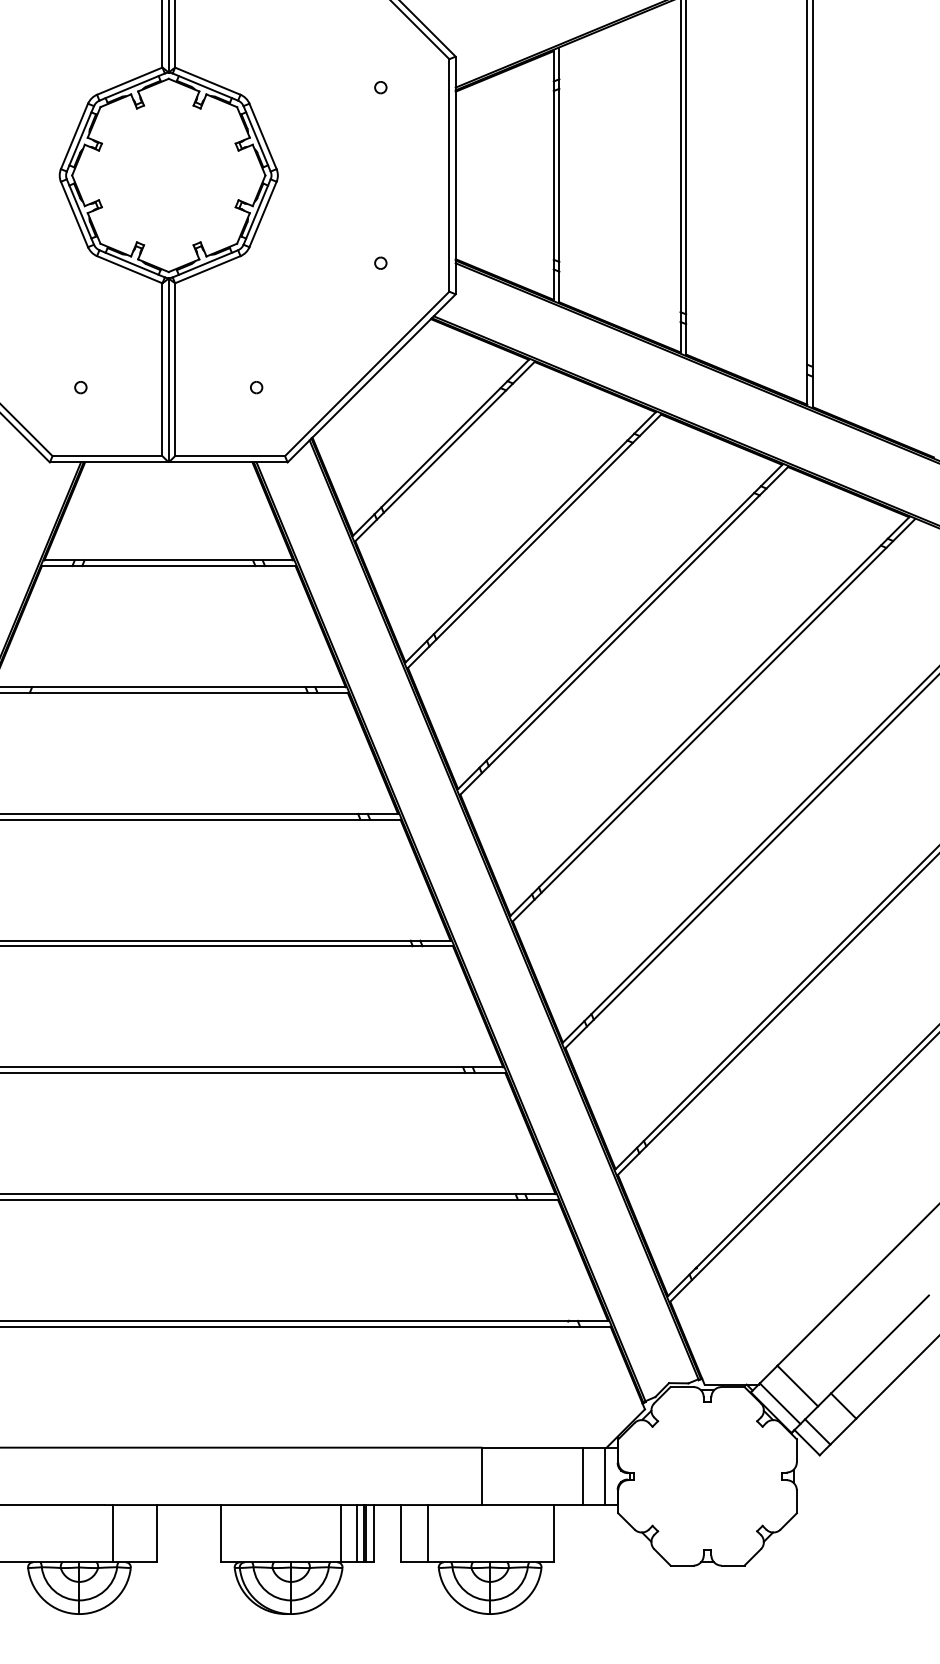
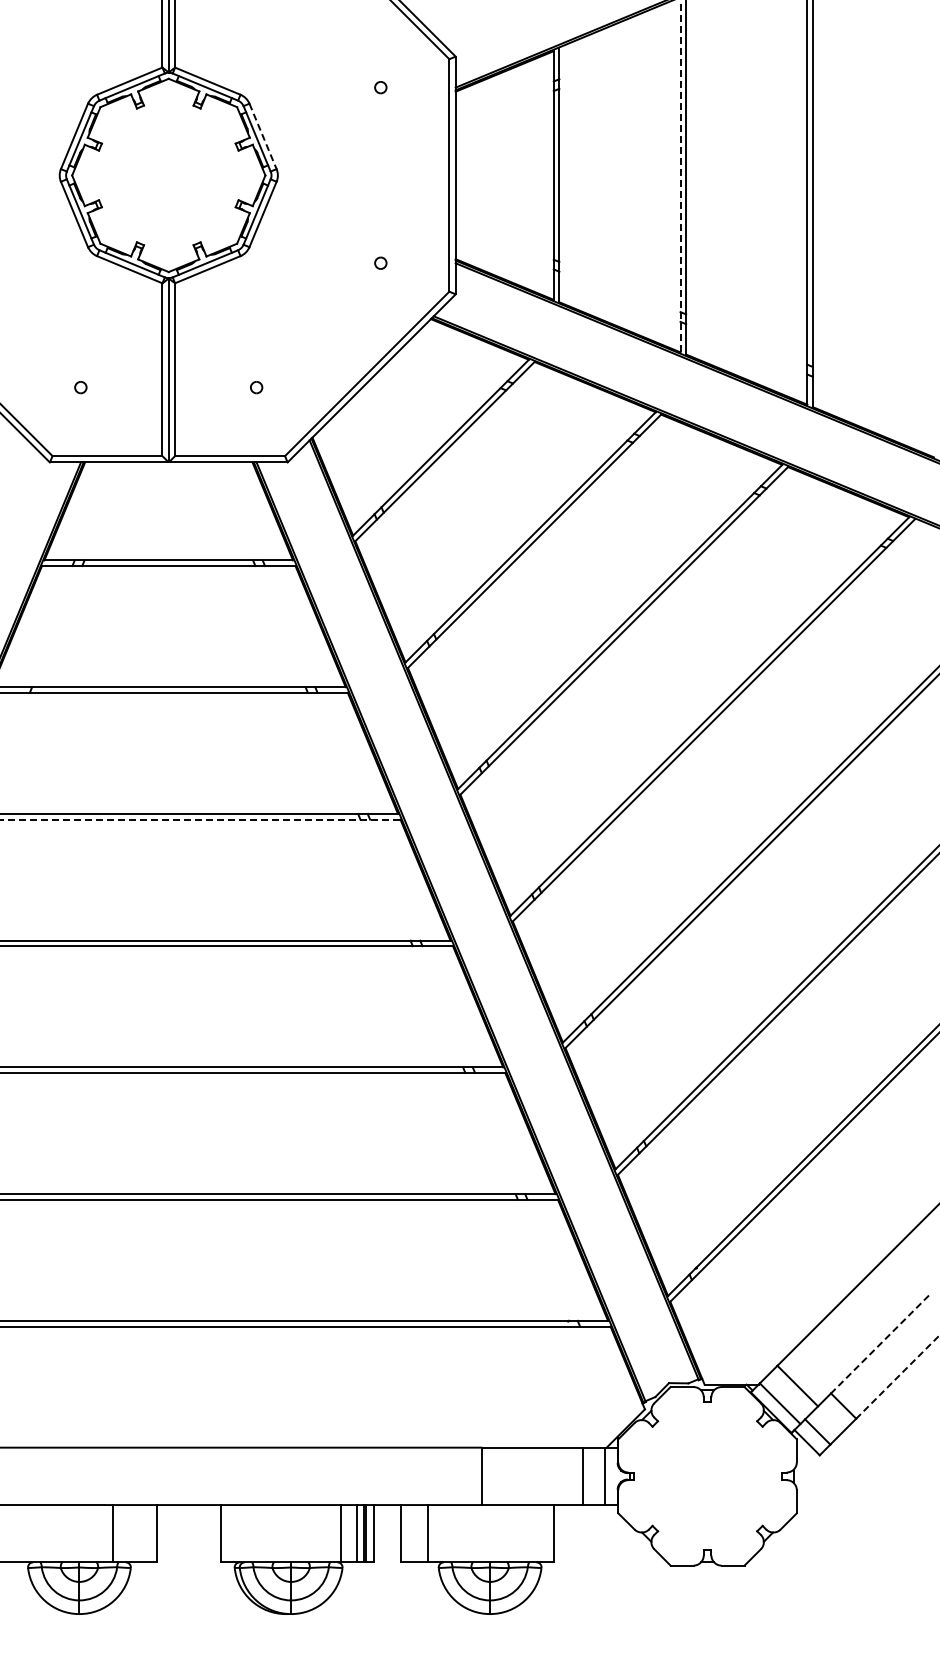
line at (263, 136): solid -> dashed
line at (680, 176): solid -> dashed
line at (199, 819): solid -> dashed
line at (879, 1344): solid -> dashed
line at (897, 1377): solid -> dashed
